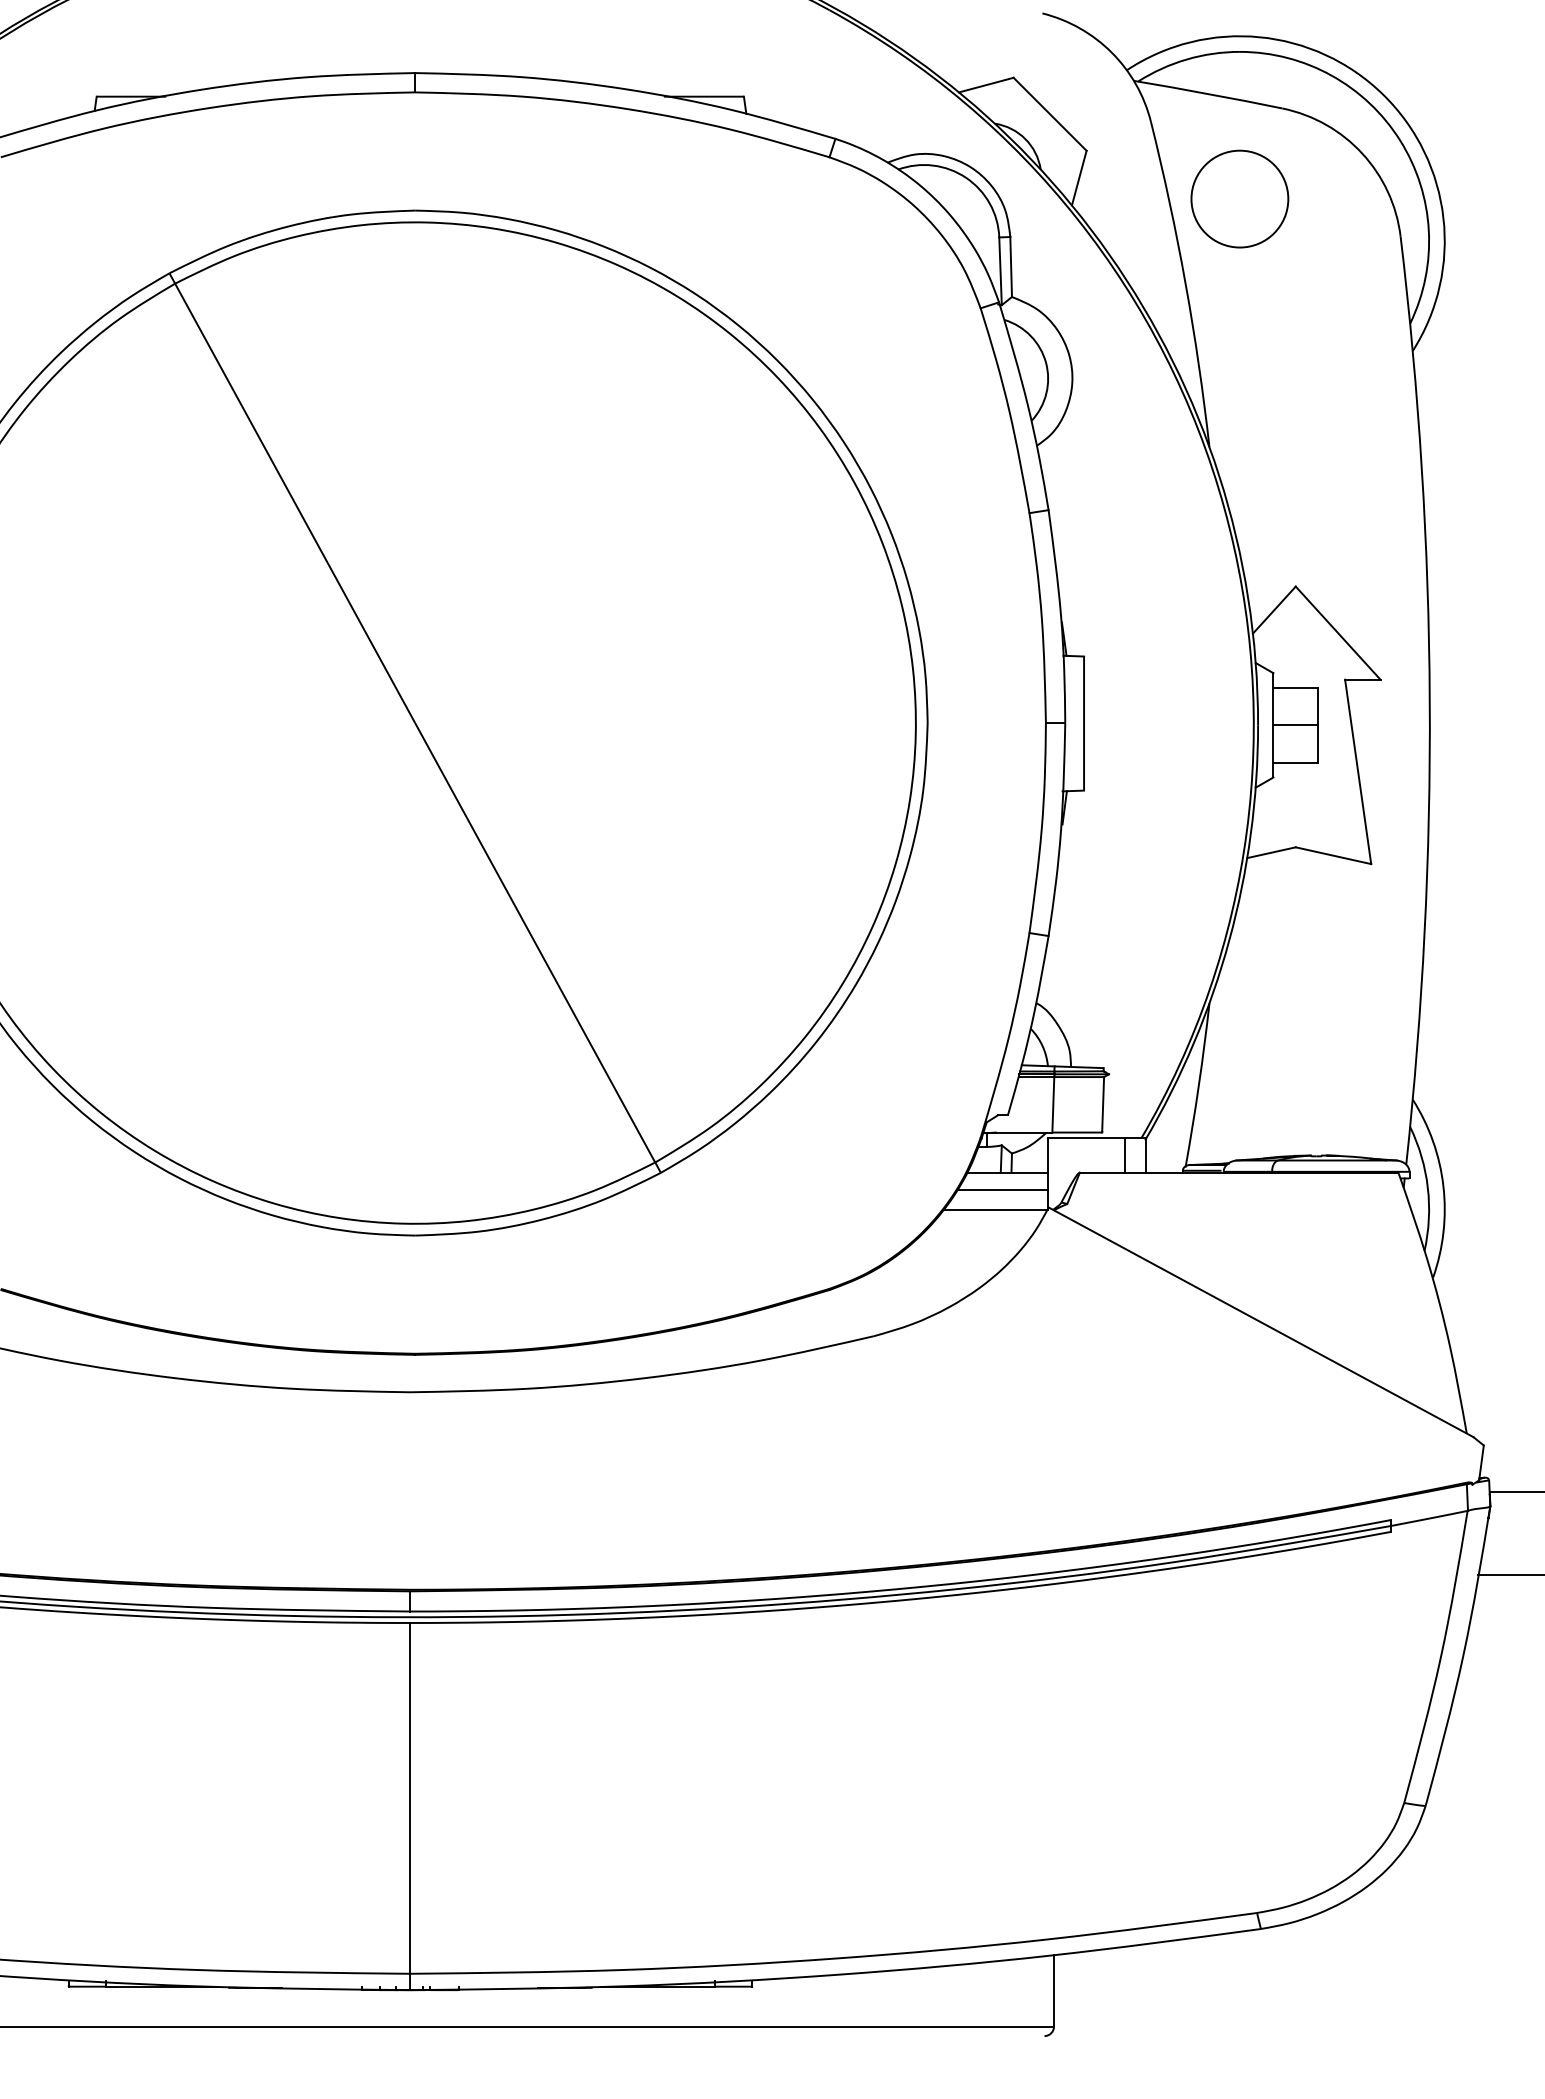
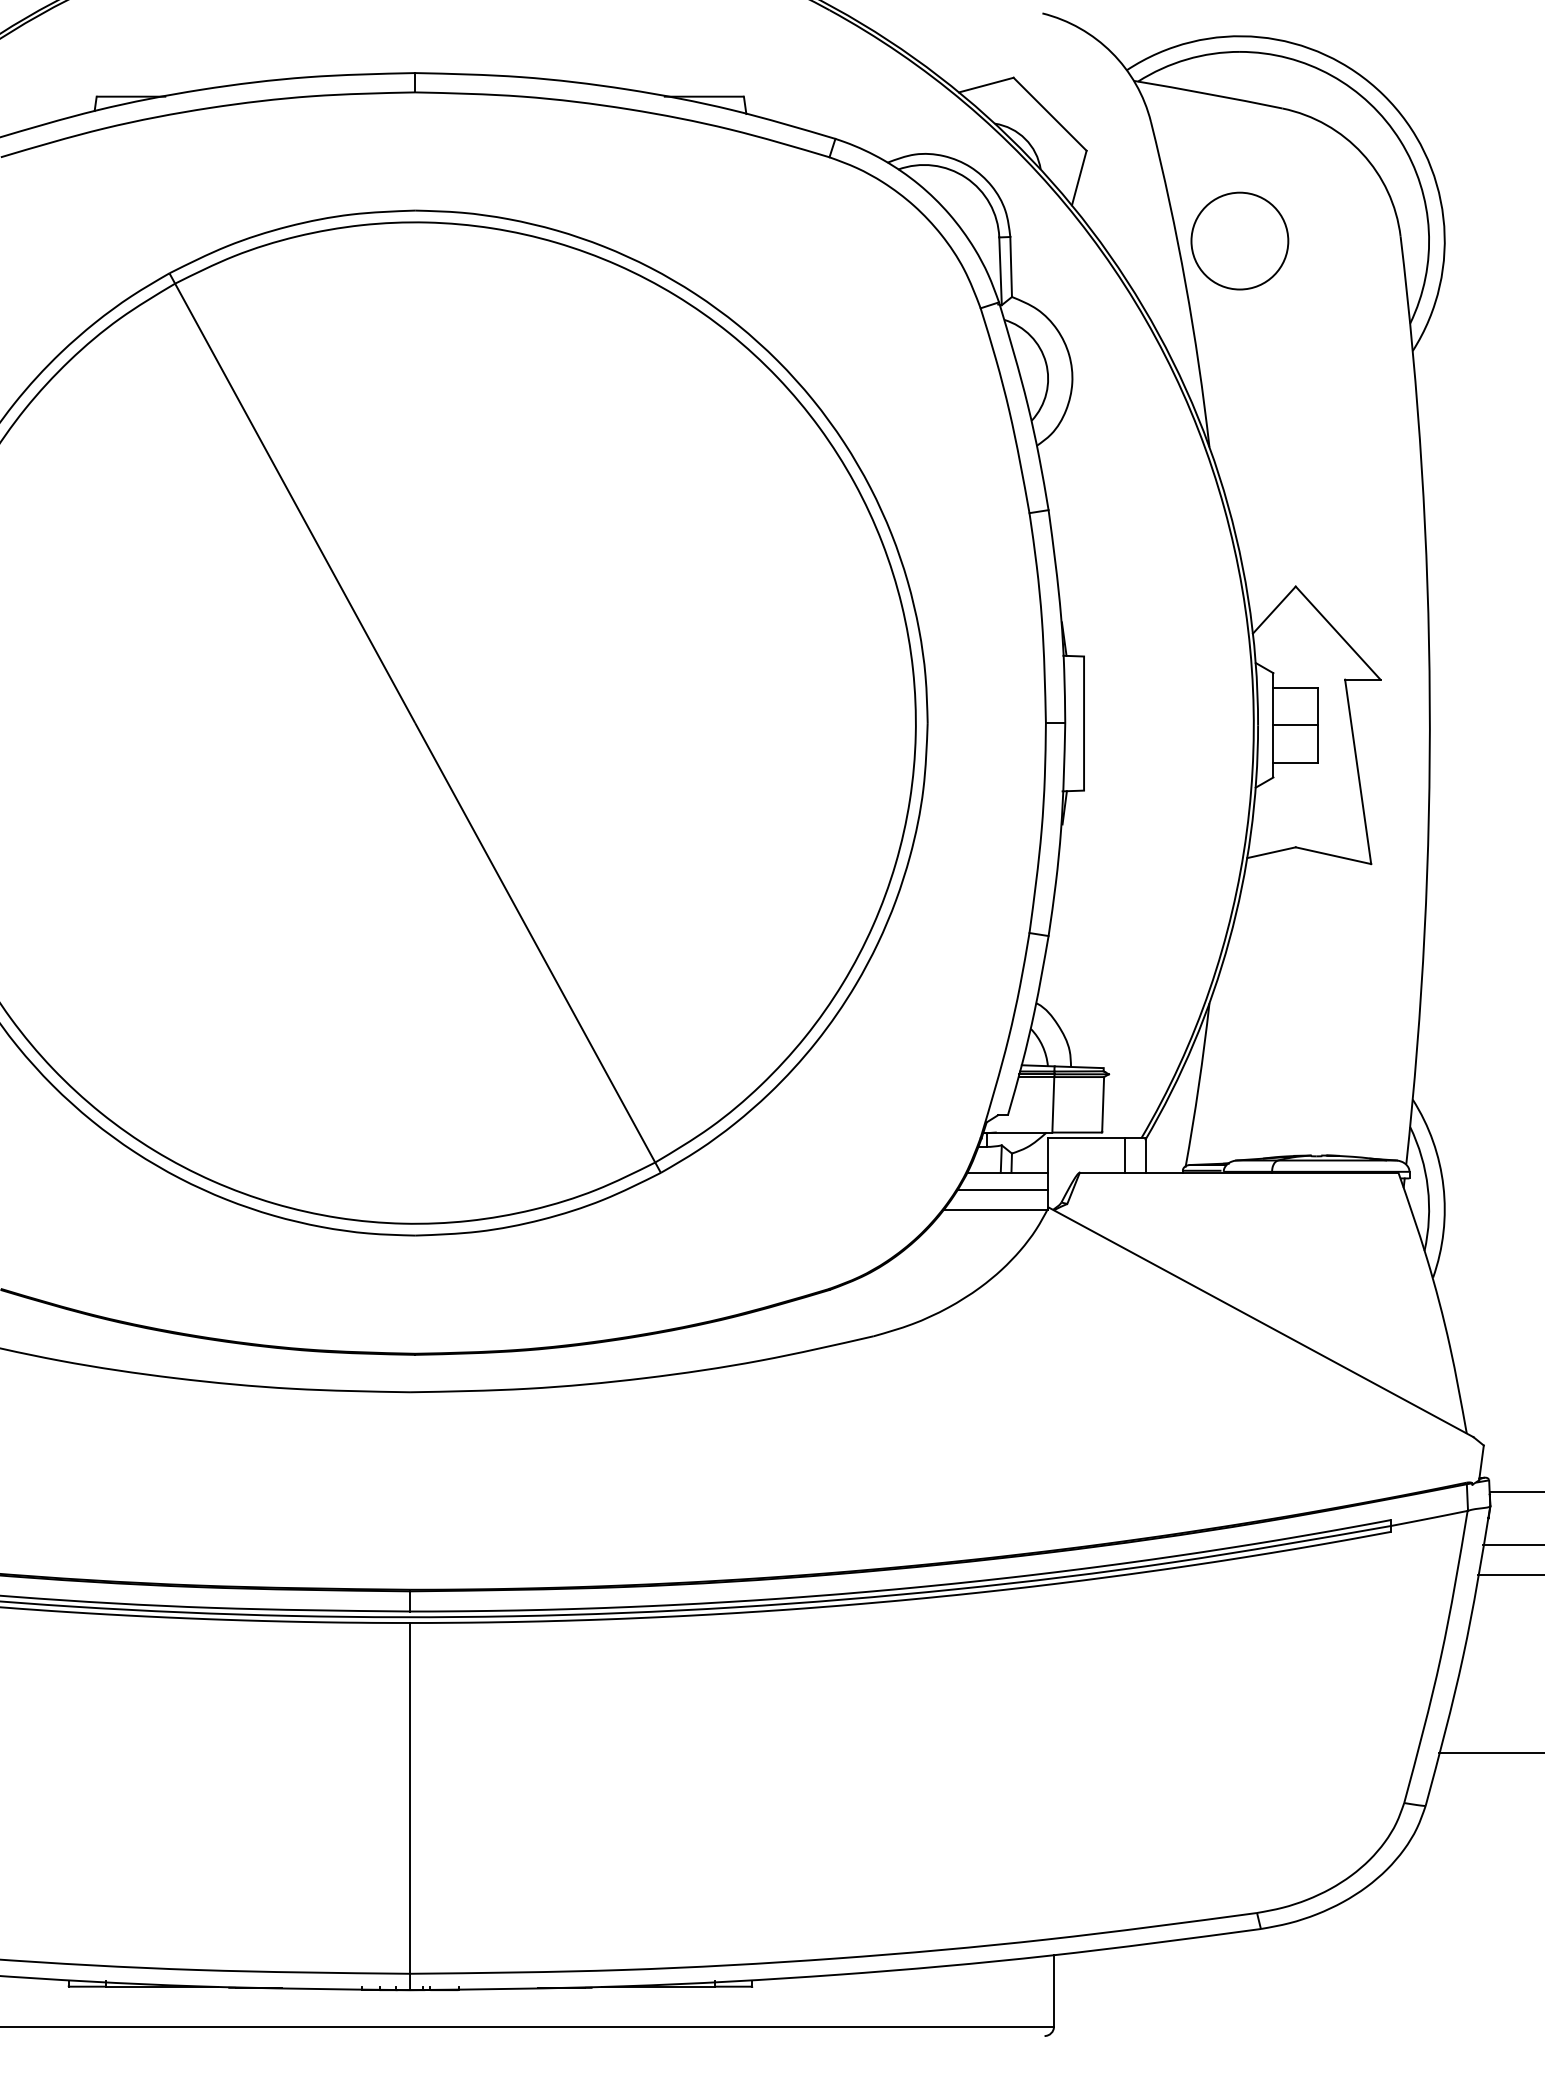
circle at (1239, 198) position: (1239, 198) -> (1239, 240)
line at (1512, 1544): none -> present
line at (1489, 1753): none -> present
